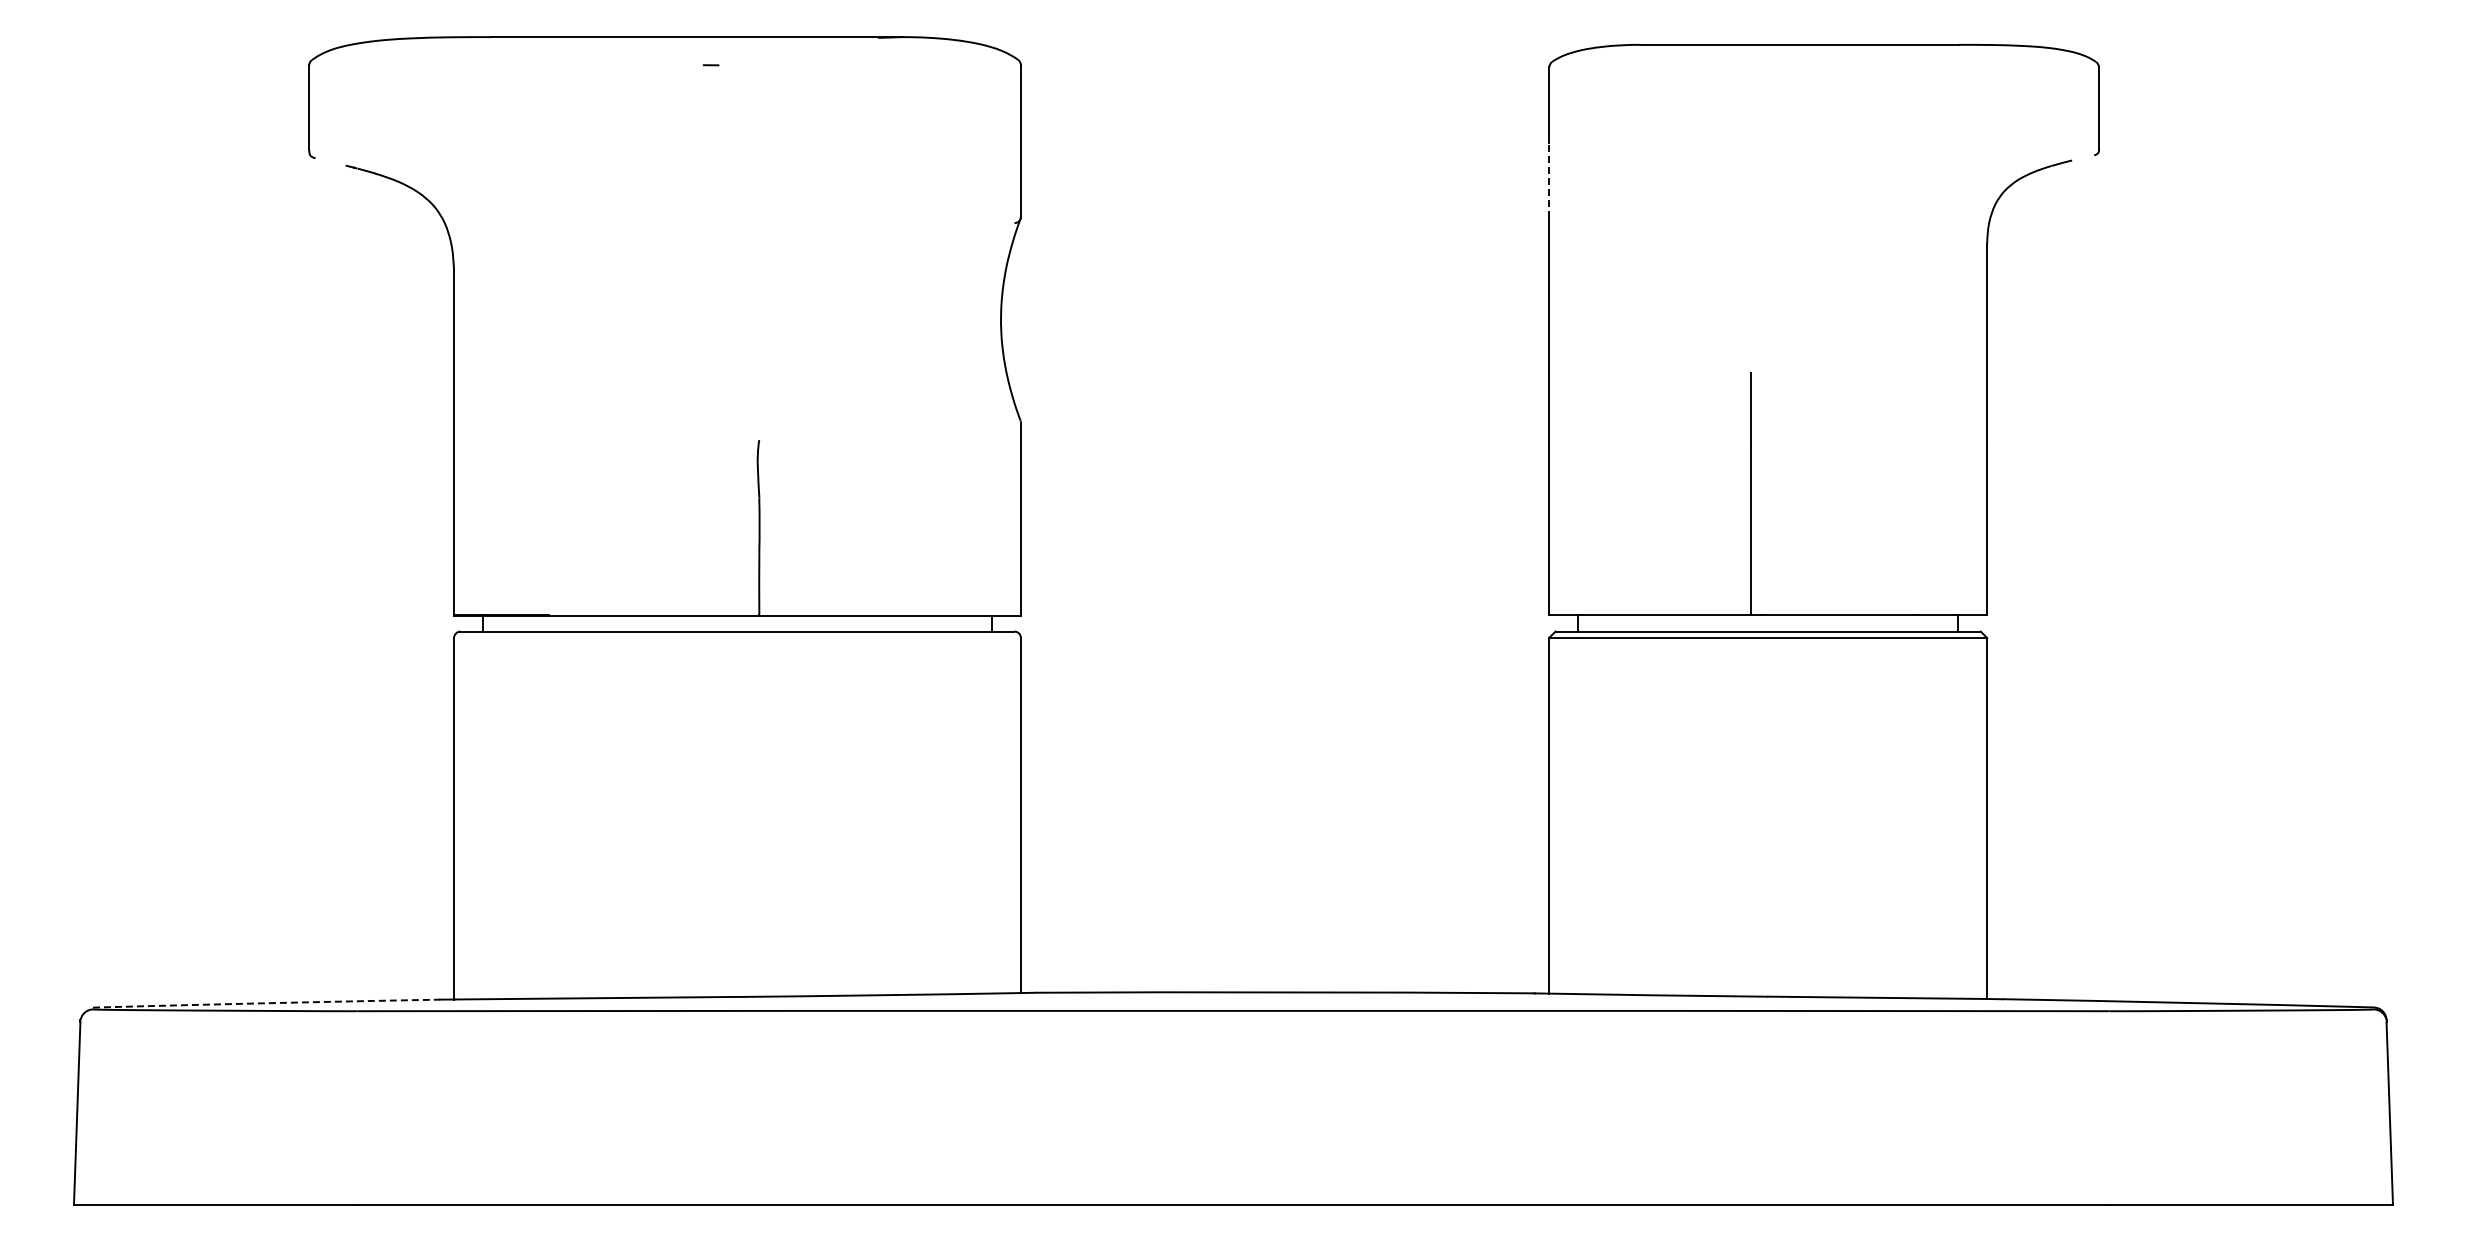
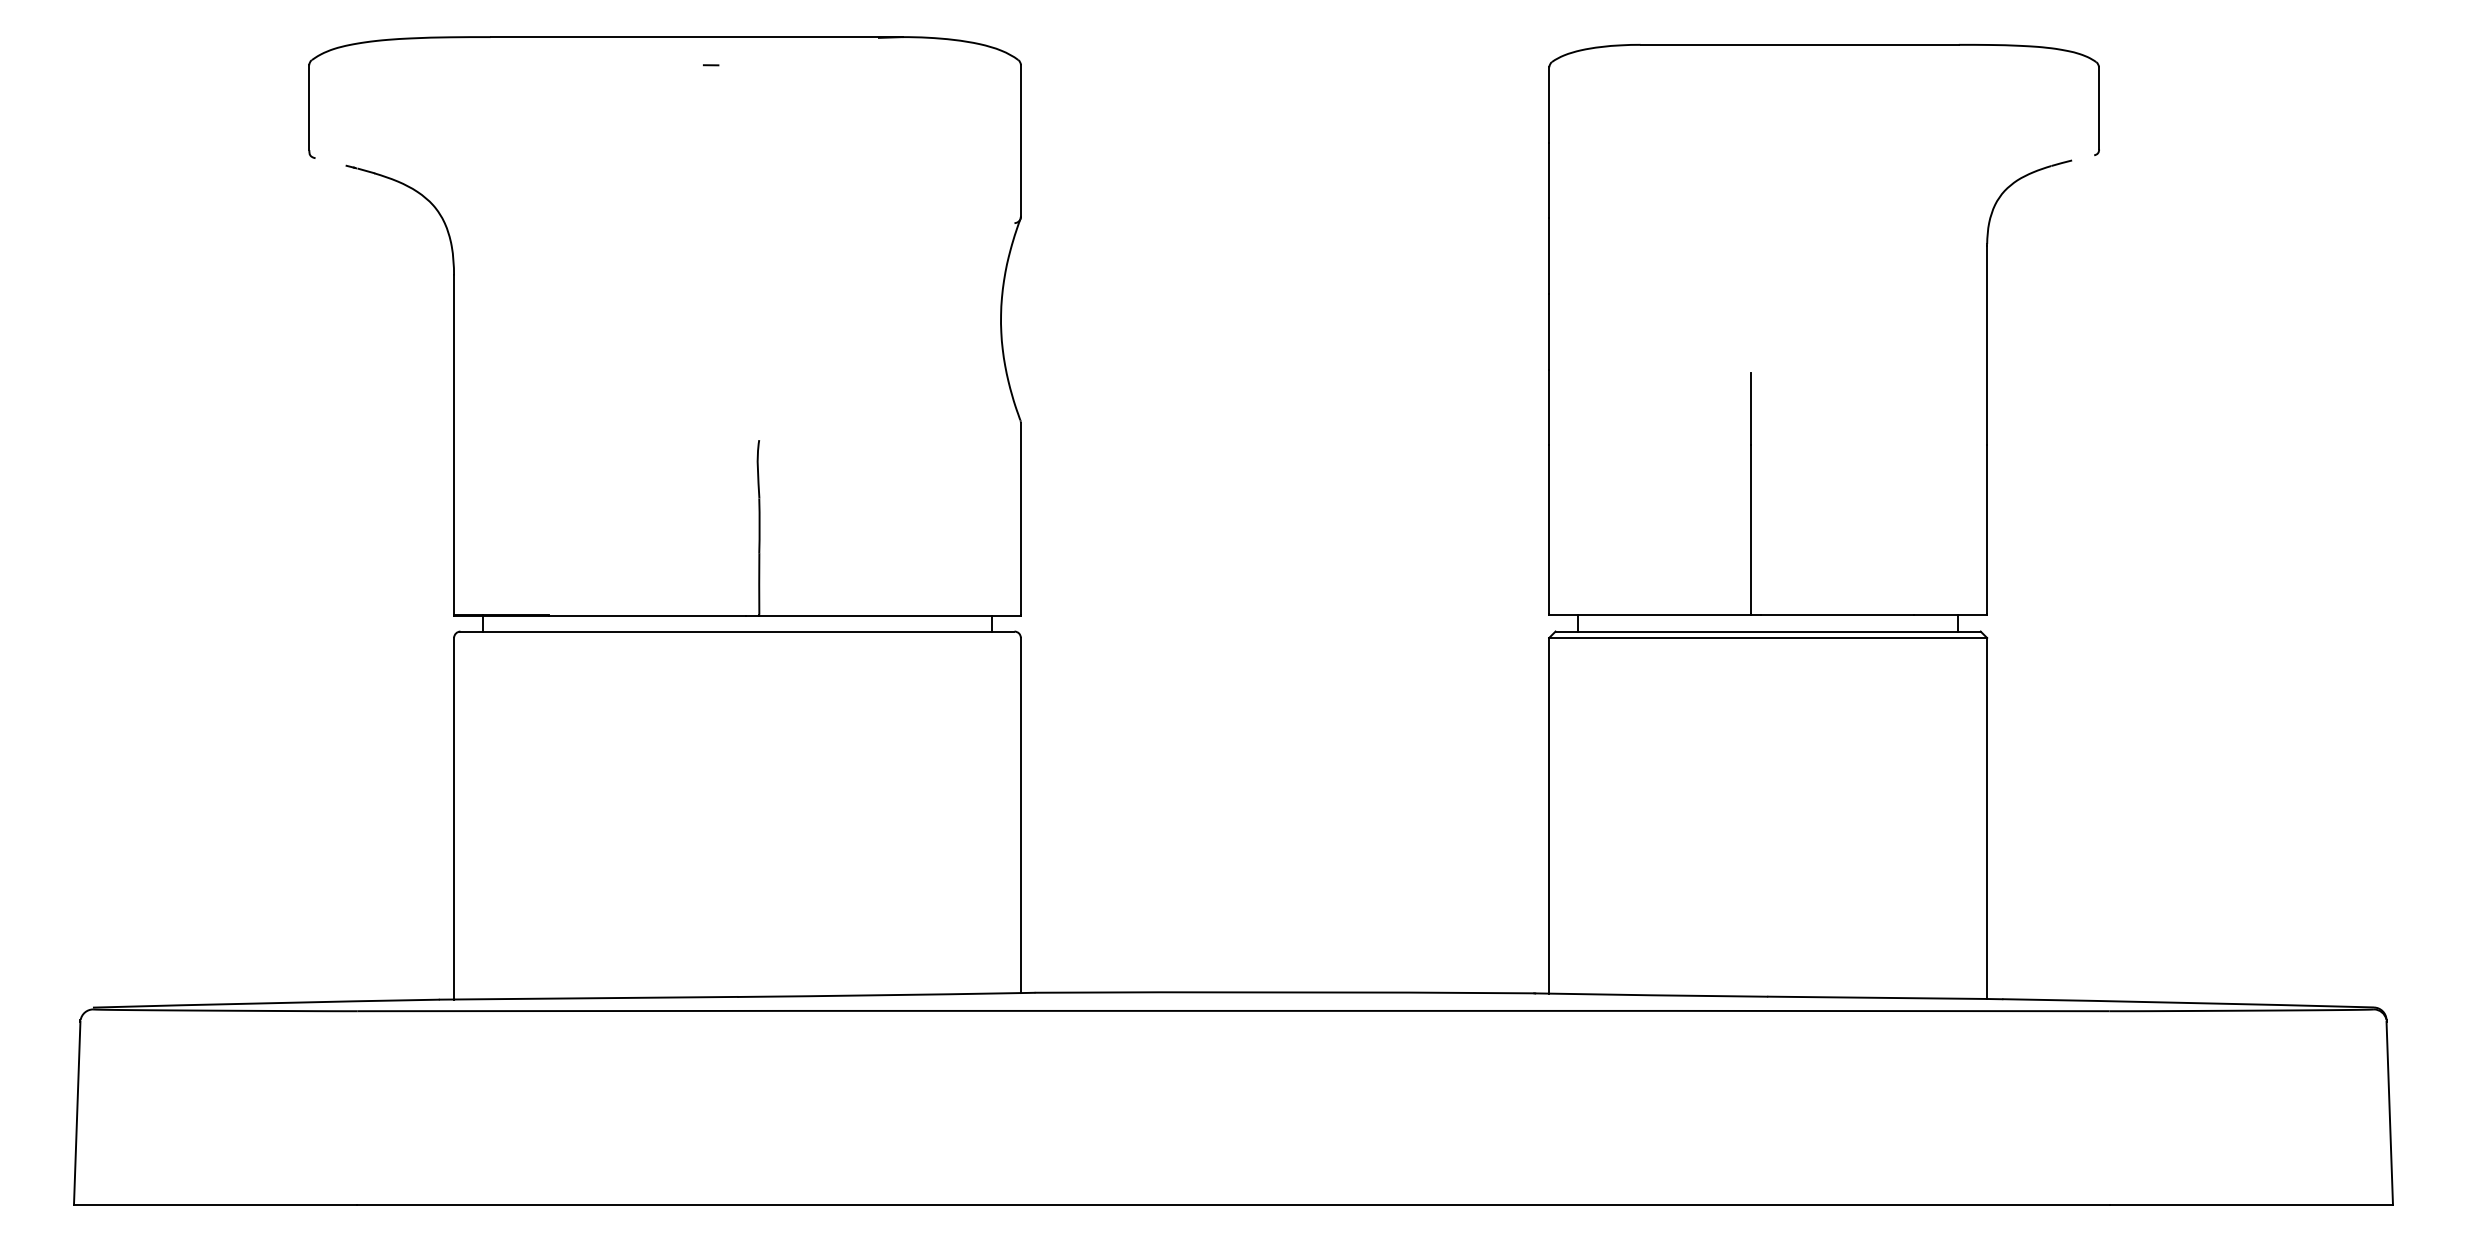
line at (1549, 180): dashed -> solid
arc at (266, 1003): dashed -> solid
